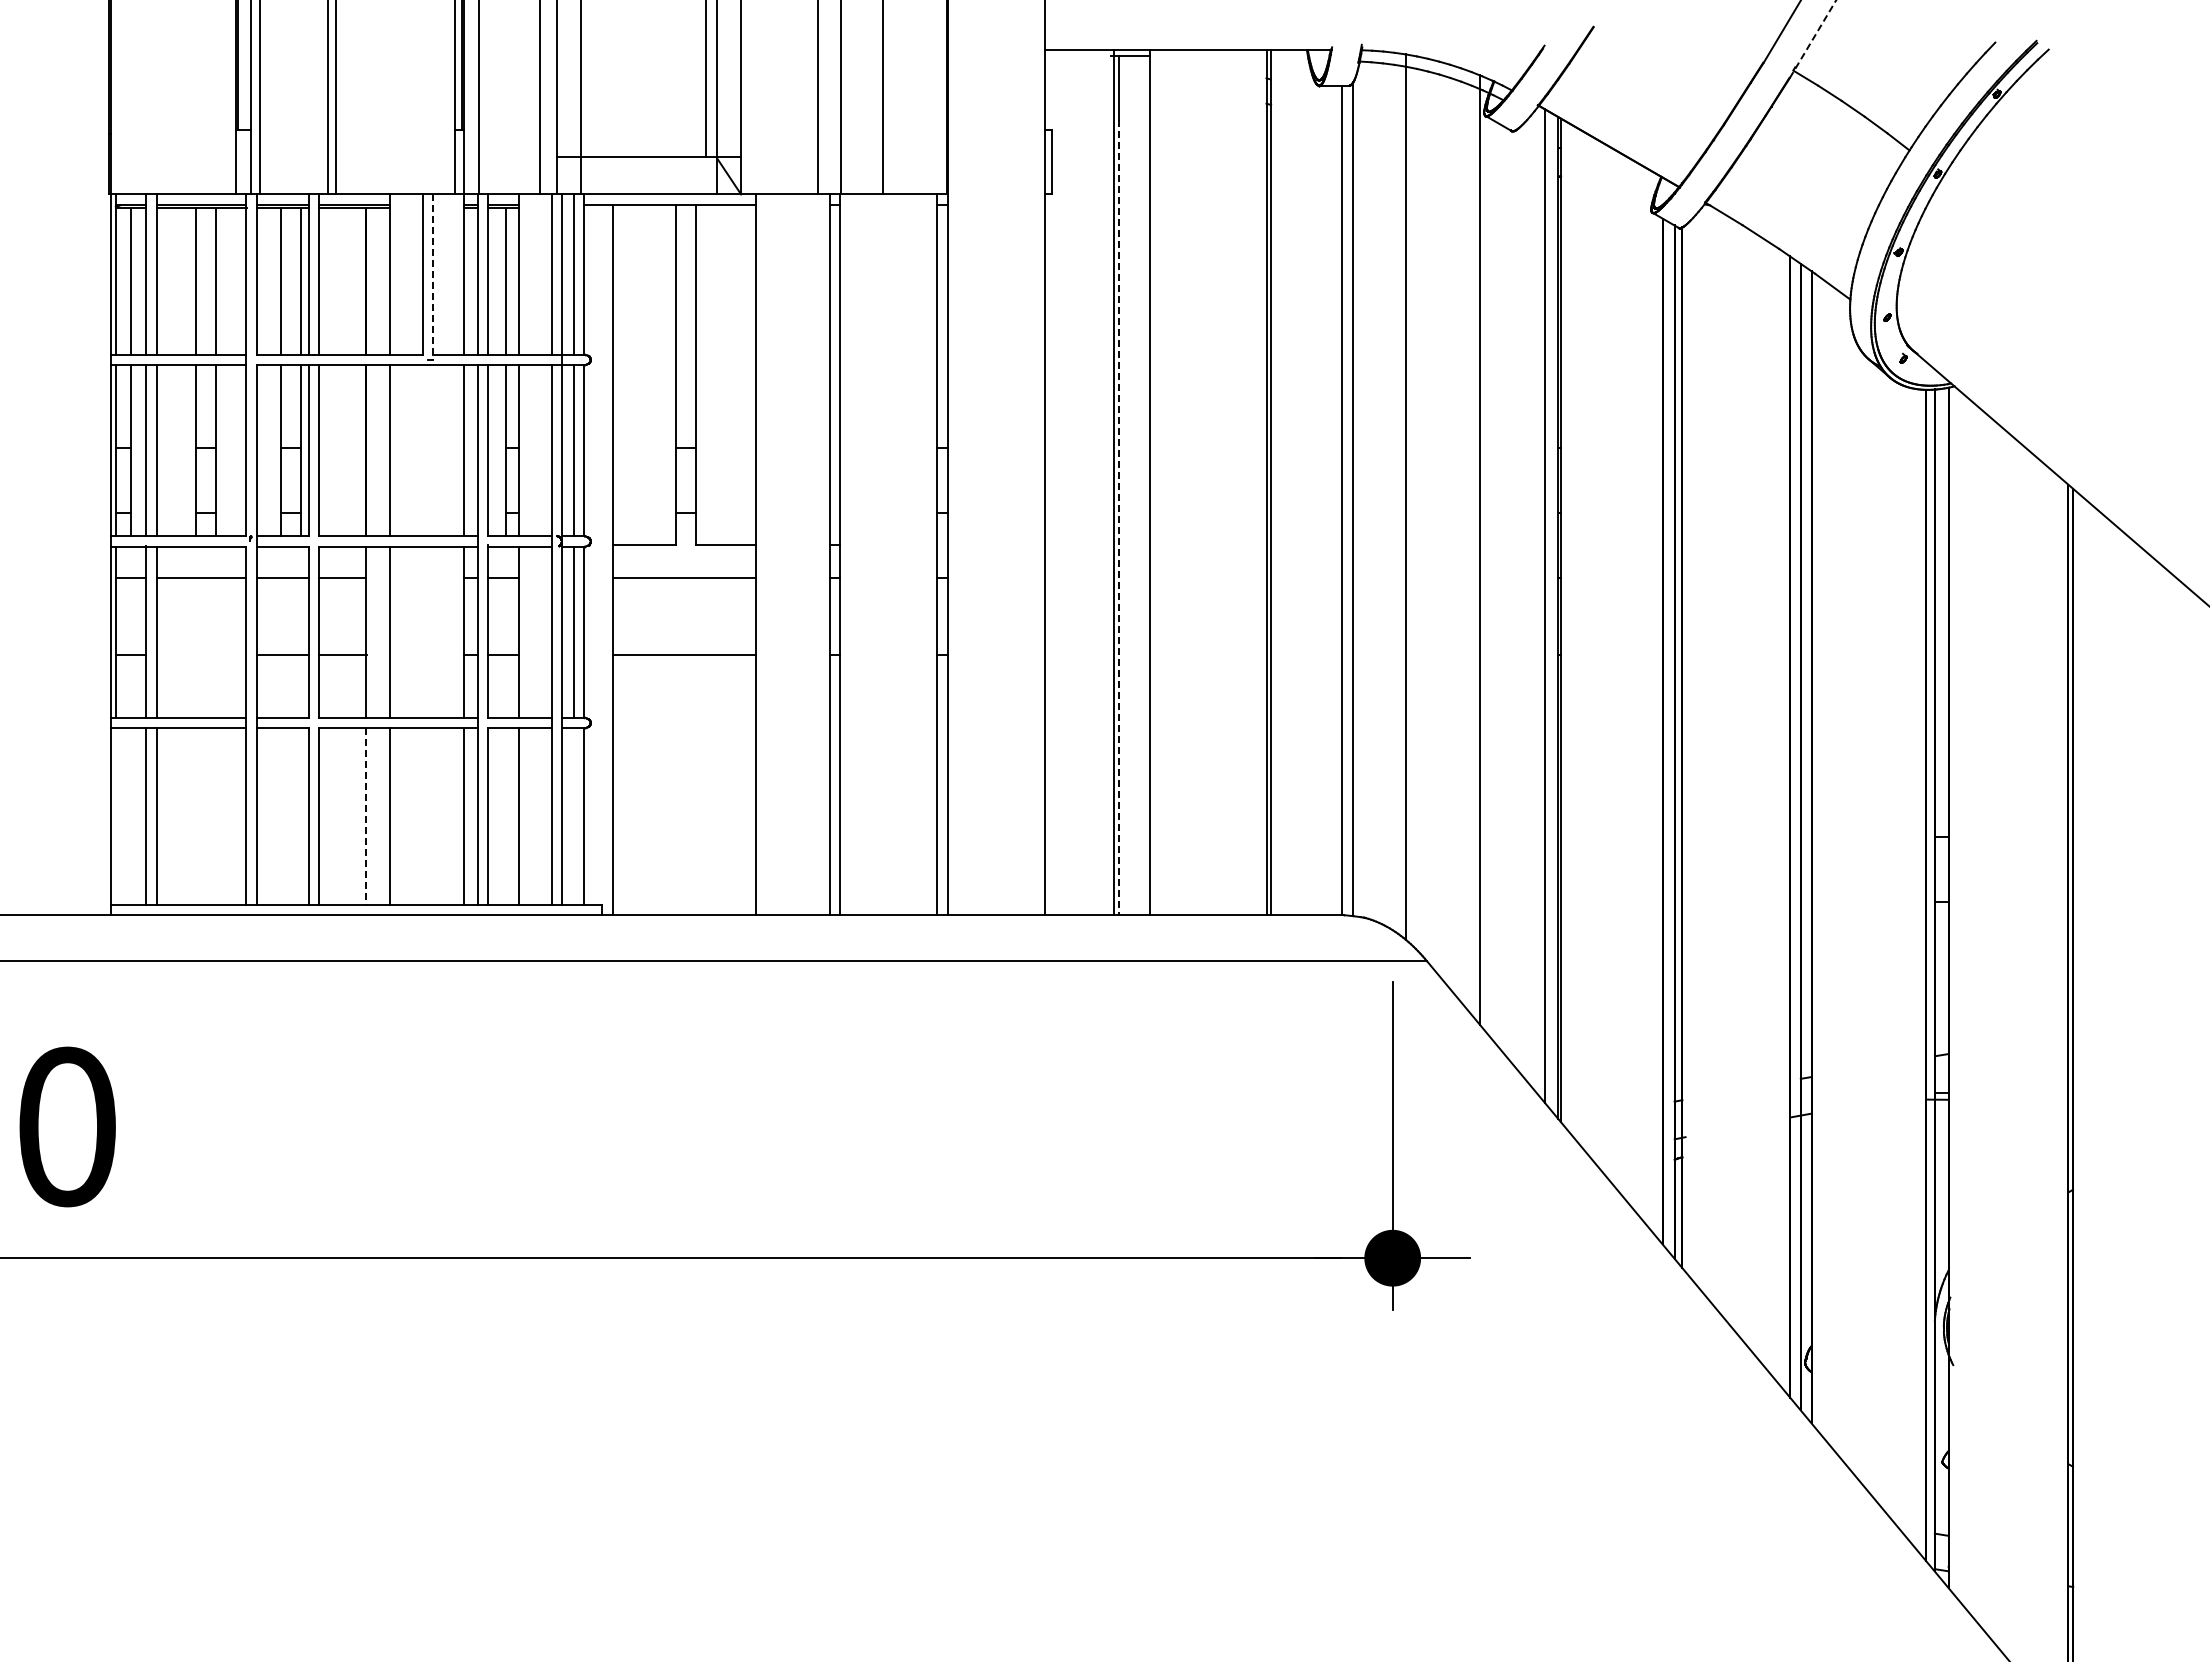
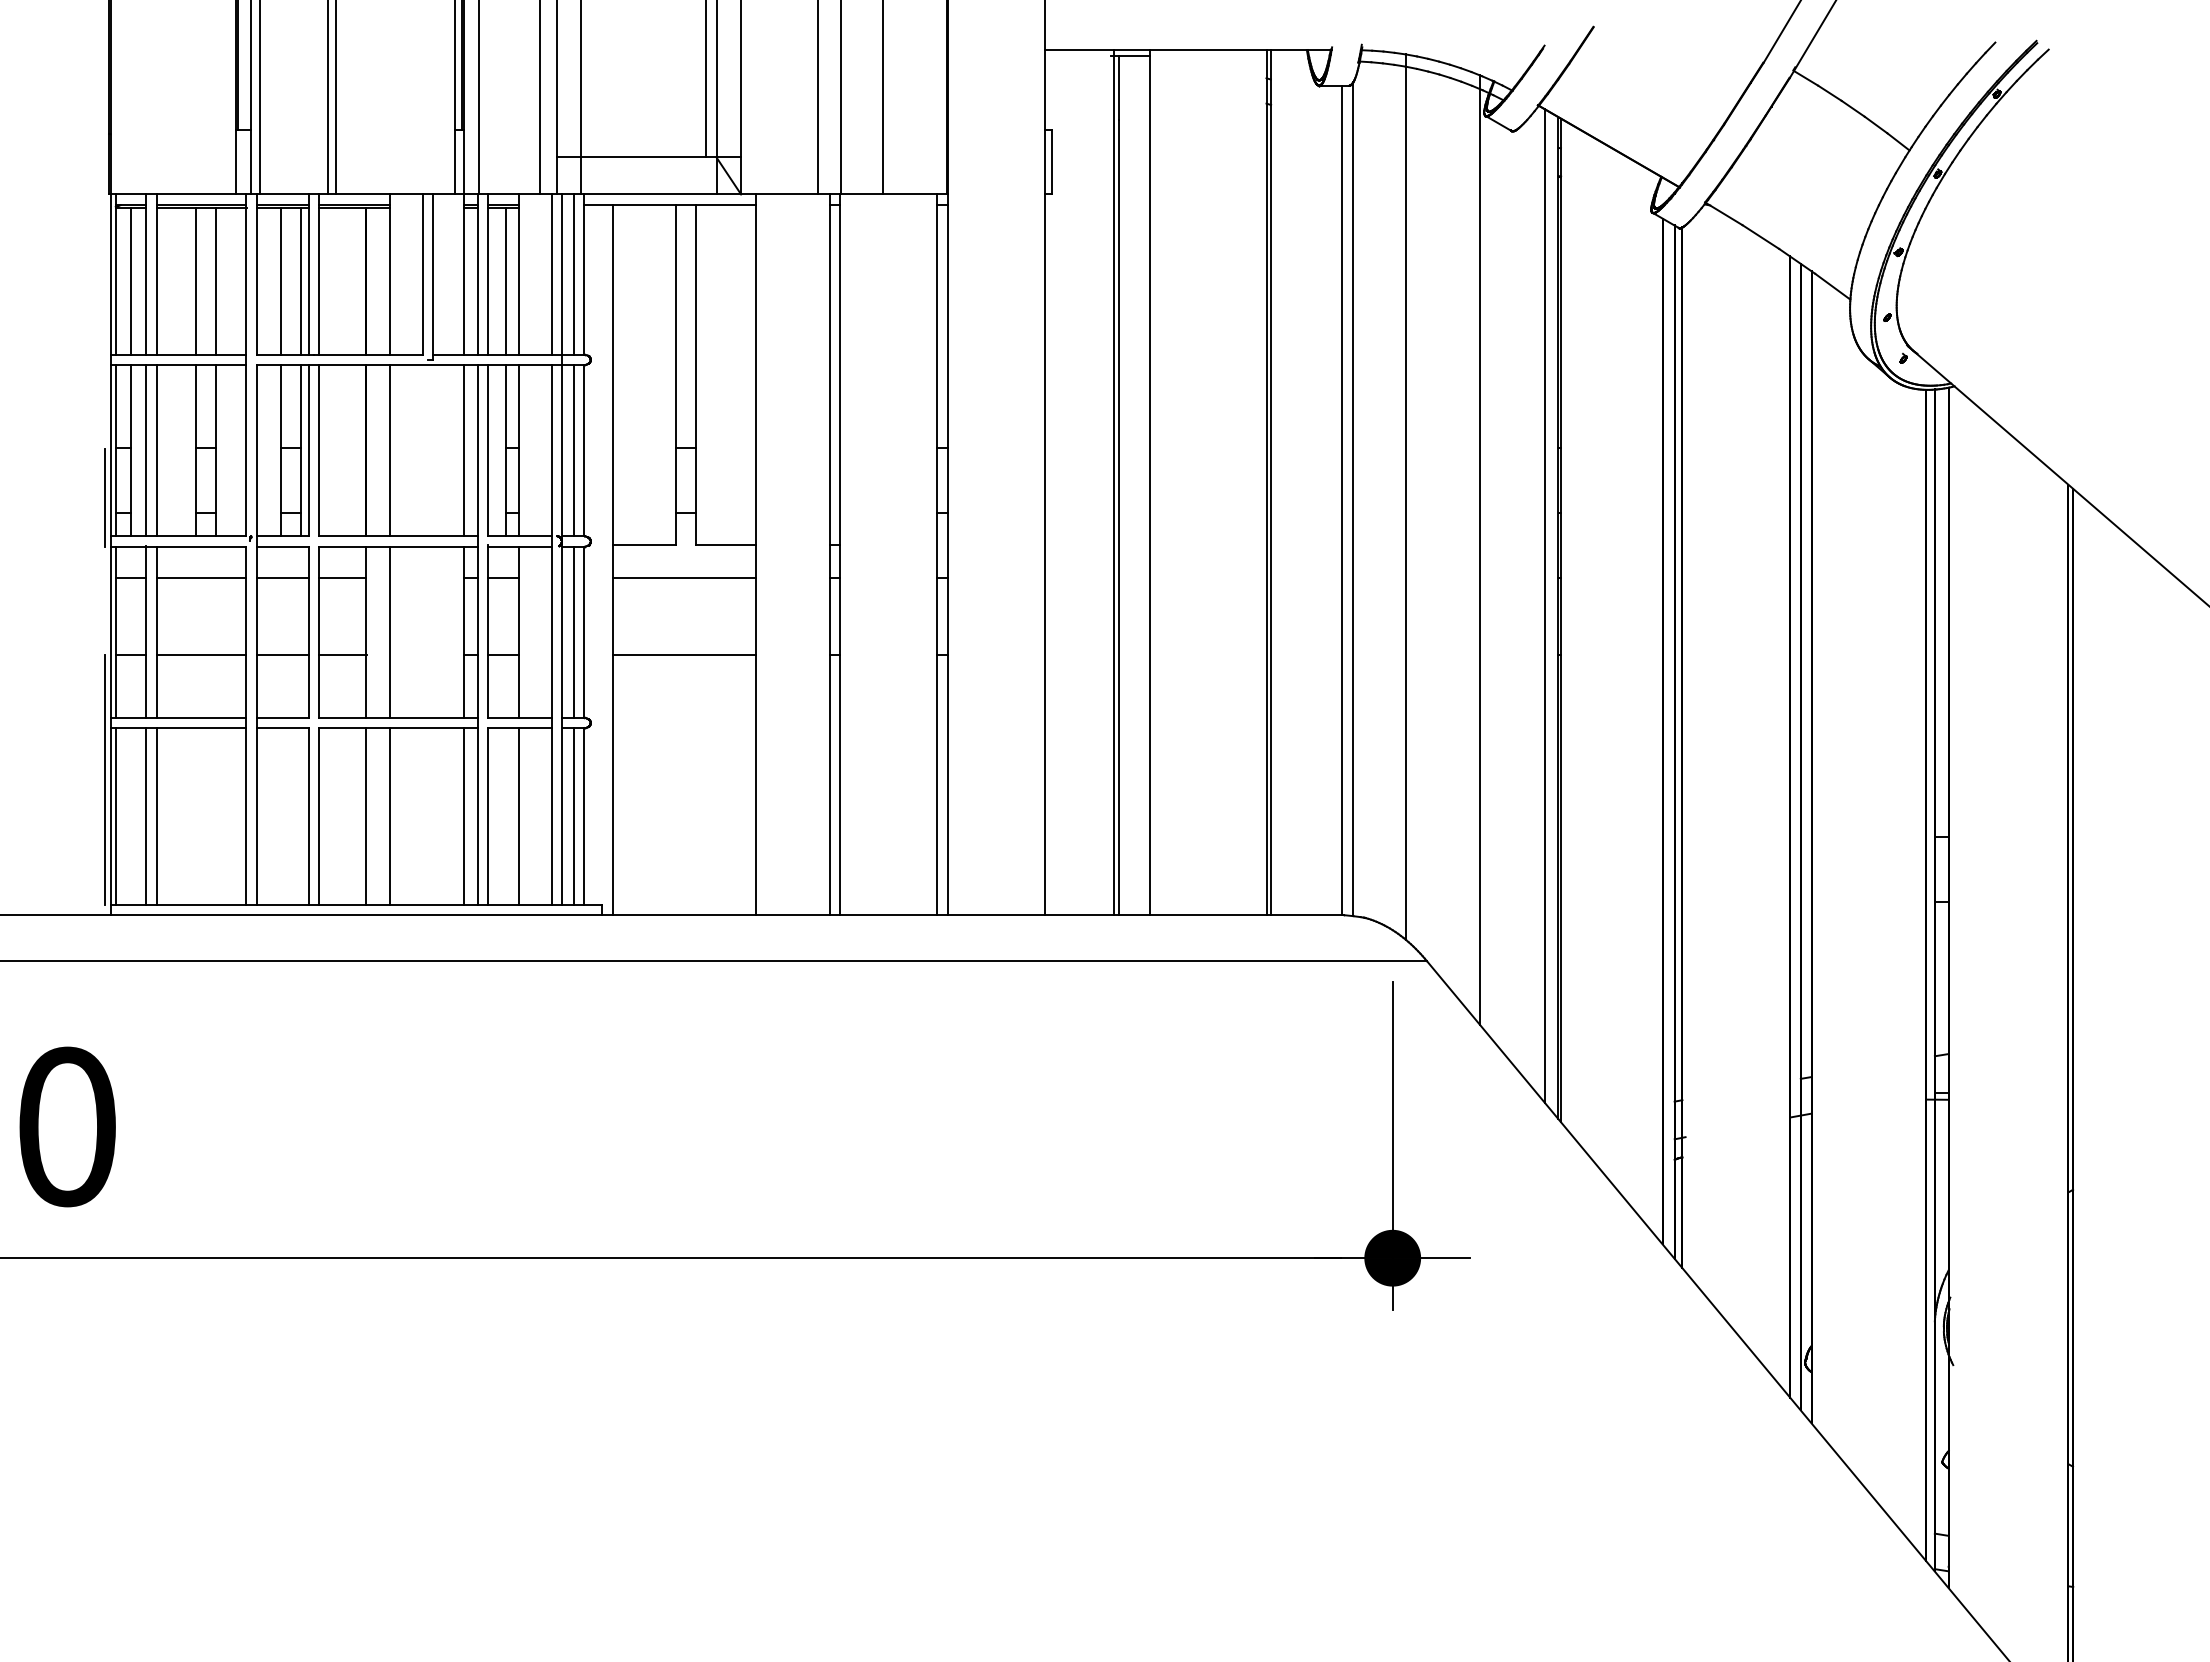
line at (1813, 38): dashed -> solid
line at (433, 277): dashed -> solid
line at (105, 497): none -> present
line at (1119, 518): dashed -> solid
line at (201, 655): none -> present
line at (105, 779): none -> present
line at (115, 816): none -> present
line at (366, 816): dashed -> solid
line at (573, 816): none -> present
